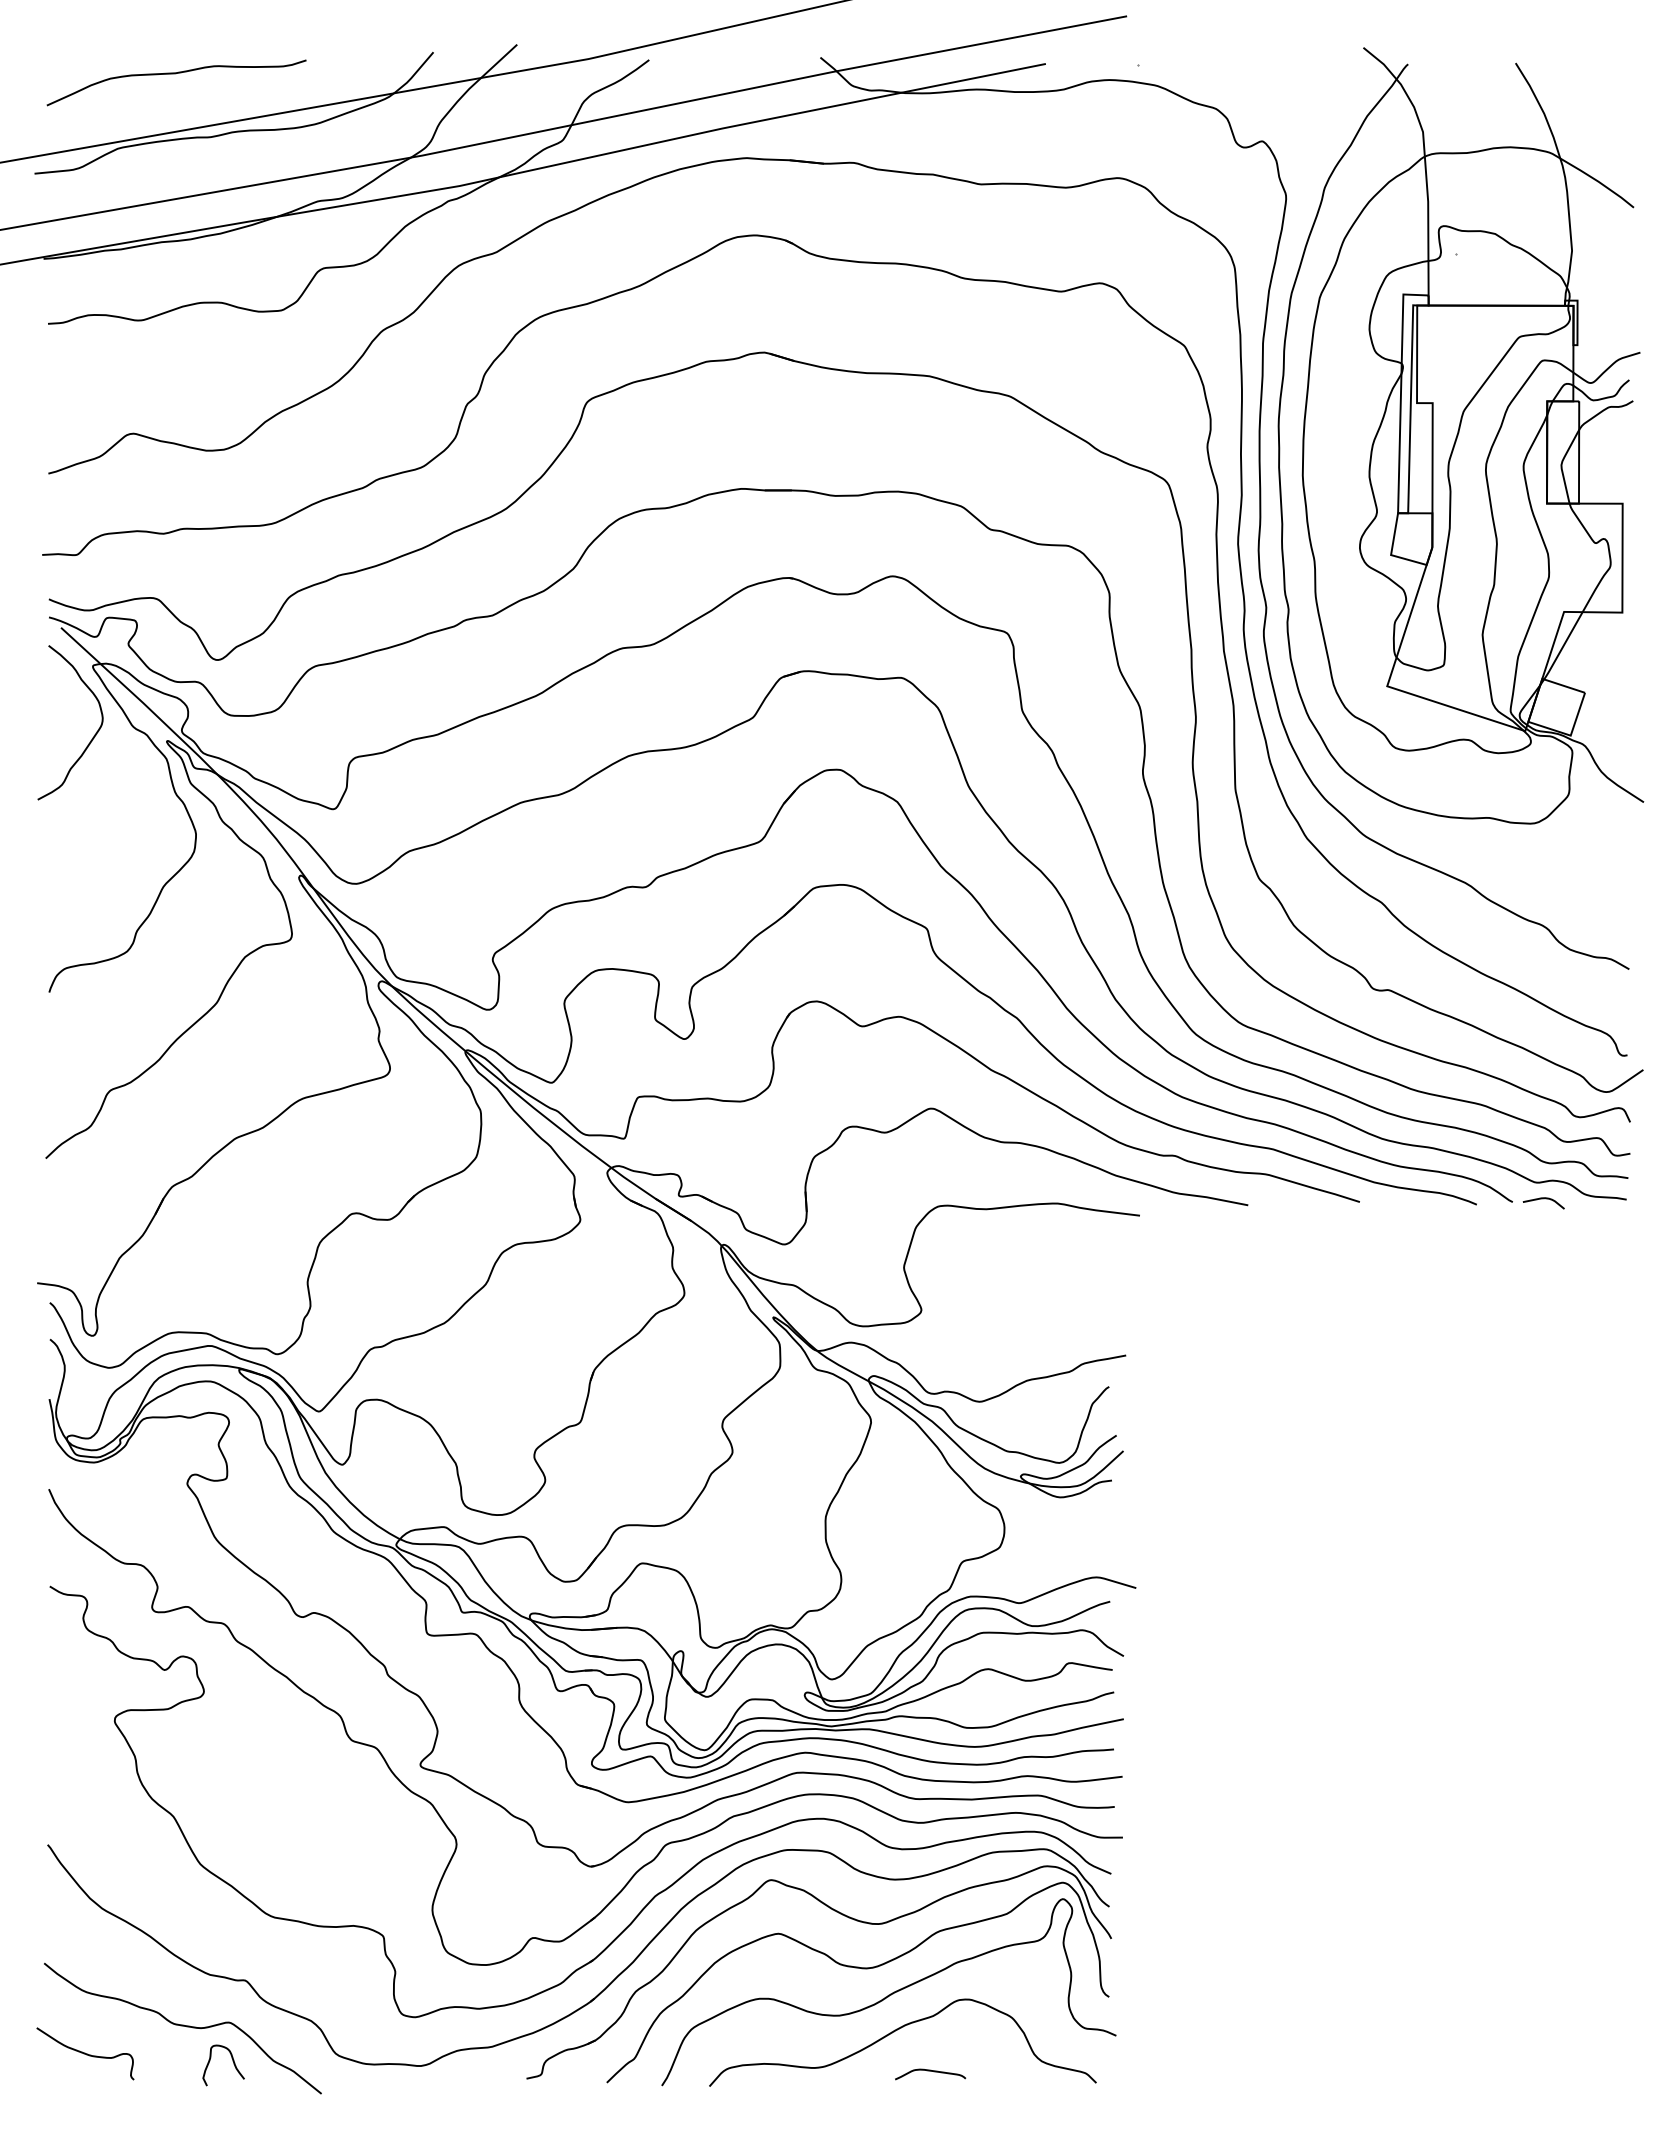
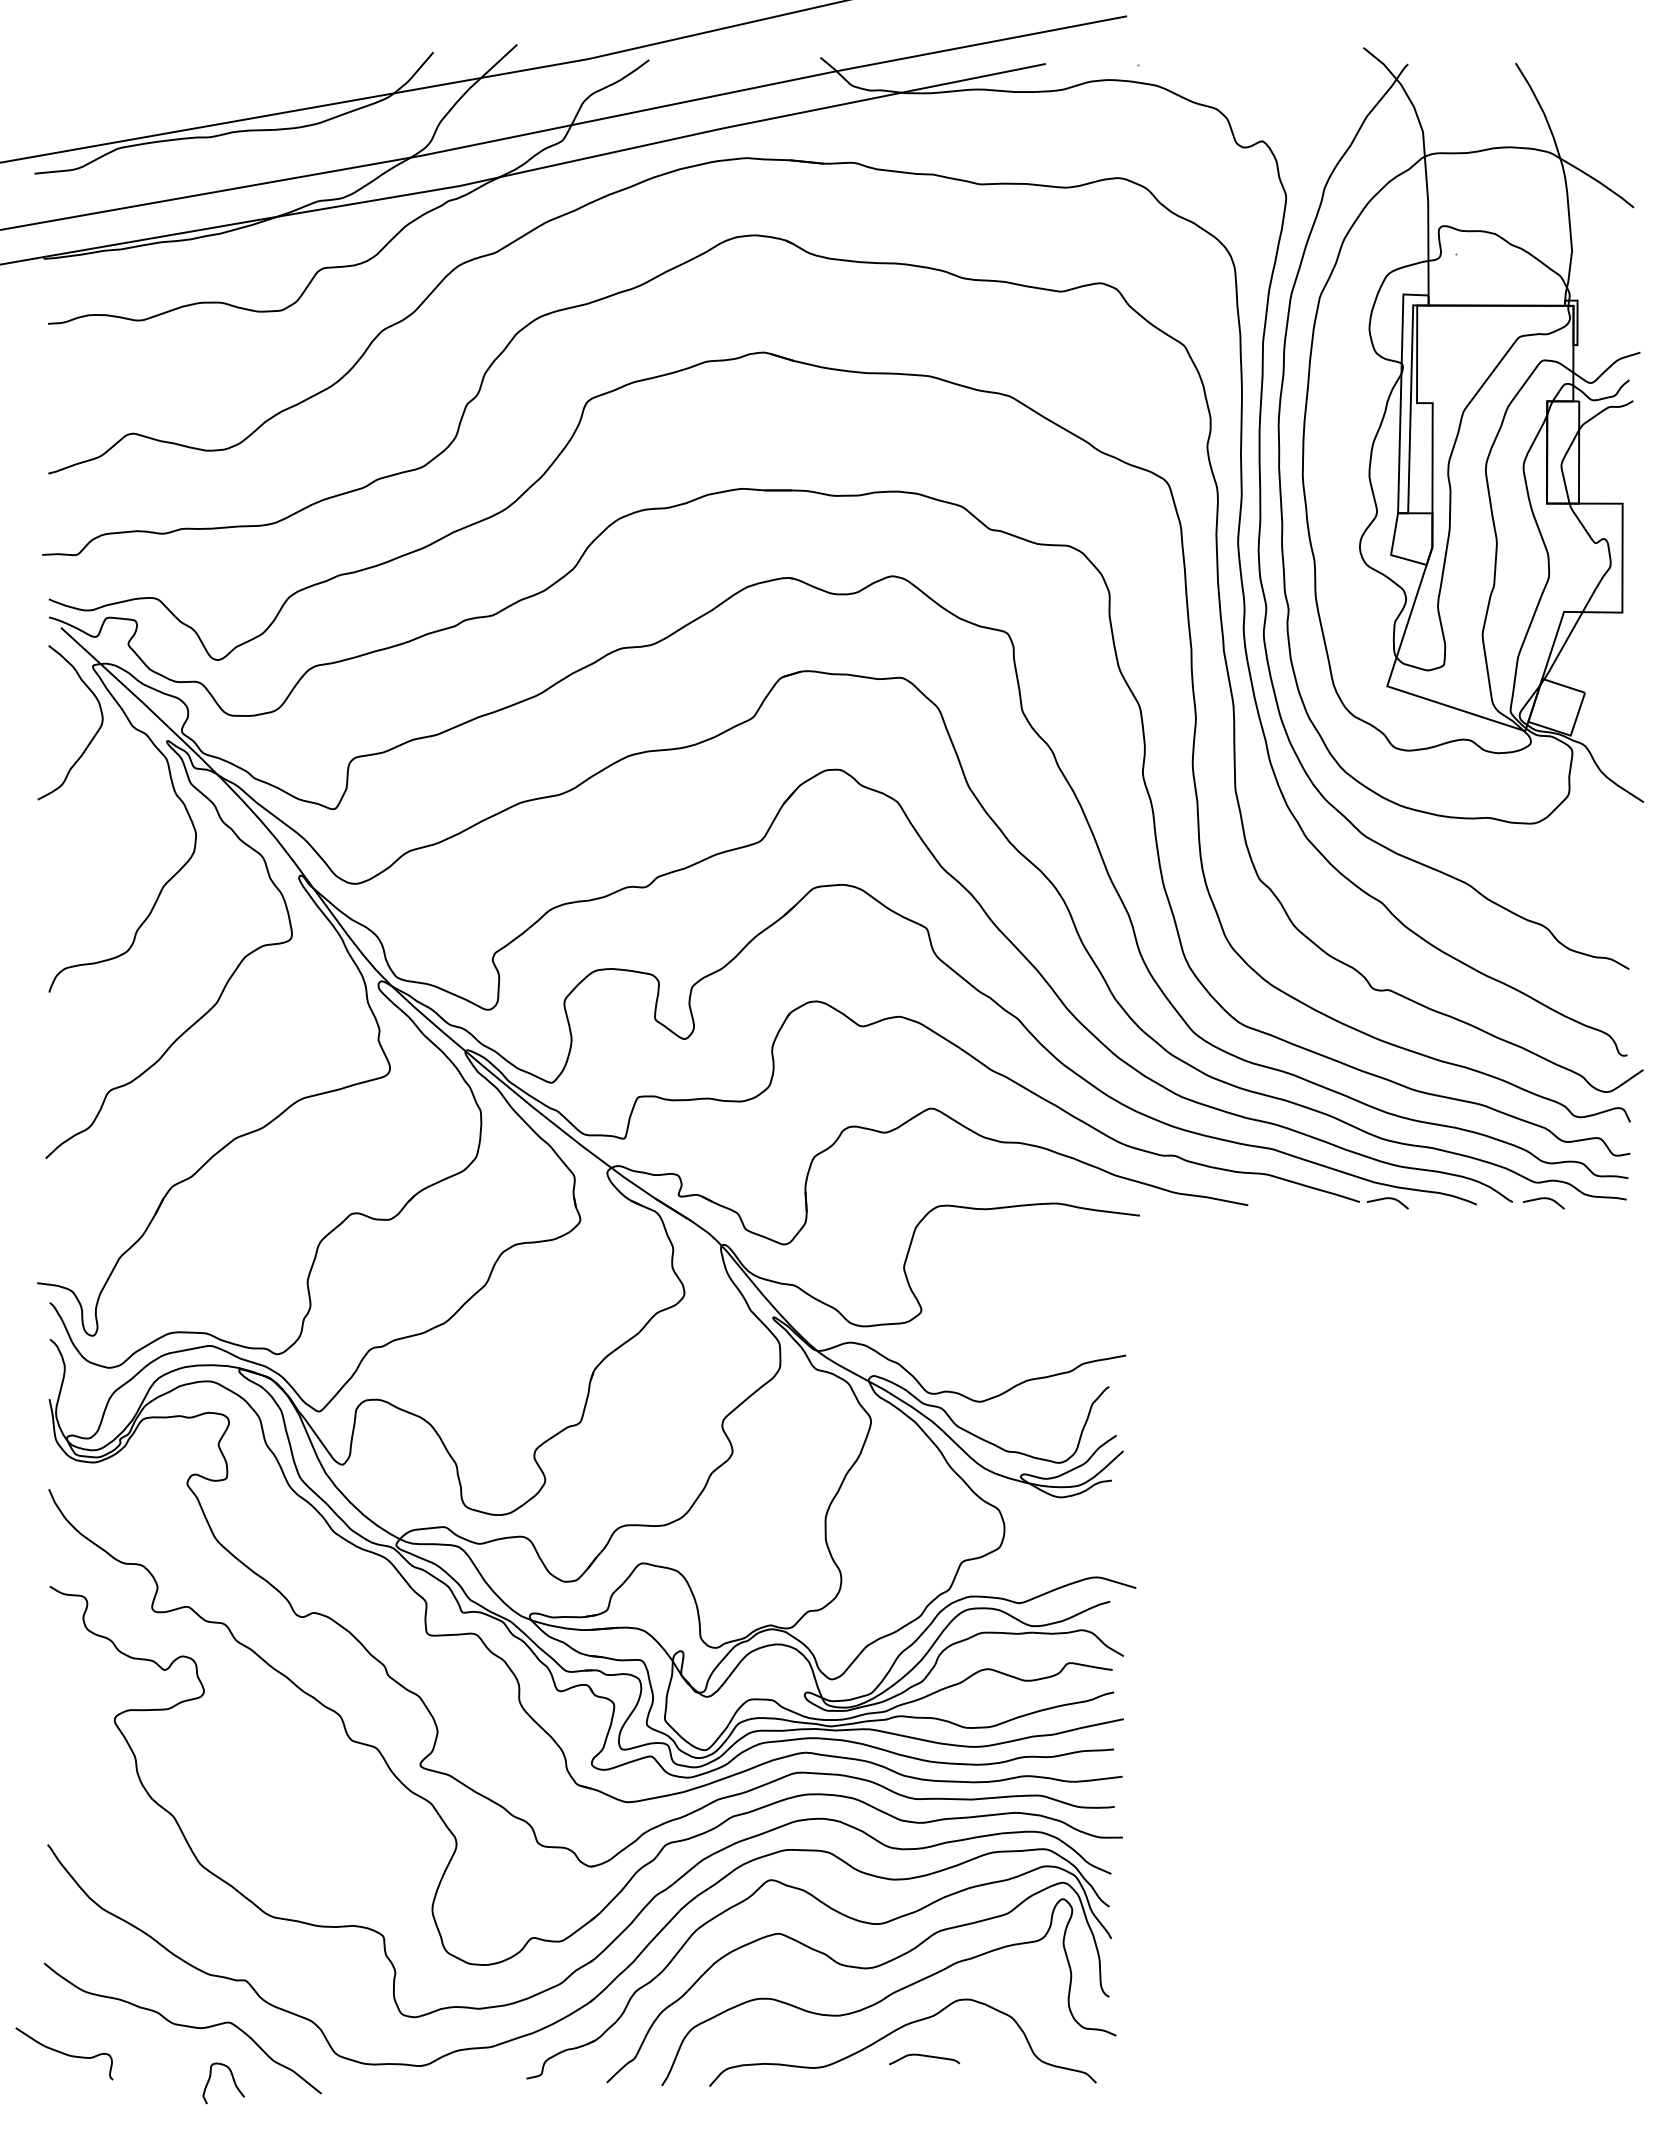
curve at (175, 74): present -> none
curve at (1387, 1199): none -> present
curve at (85, 2053) position: (85, 2053) -> (64, 2053)
curve at (232, 2061) position: (232, 2061) -> (232, 2079)
curve at (930, 2071) position: (930, 2071) -> (924, 2056)
